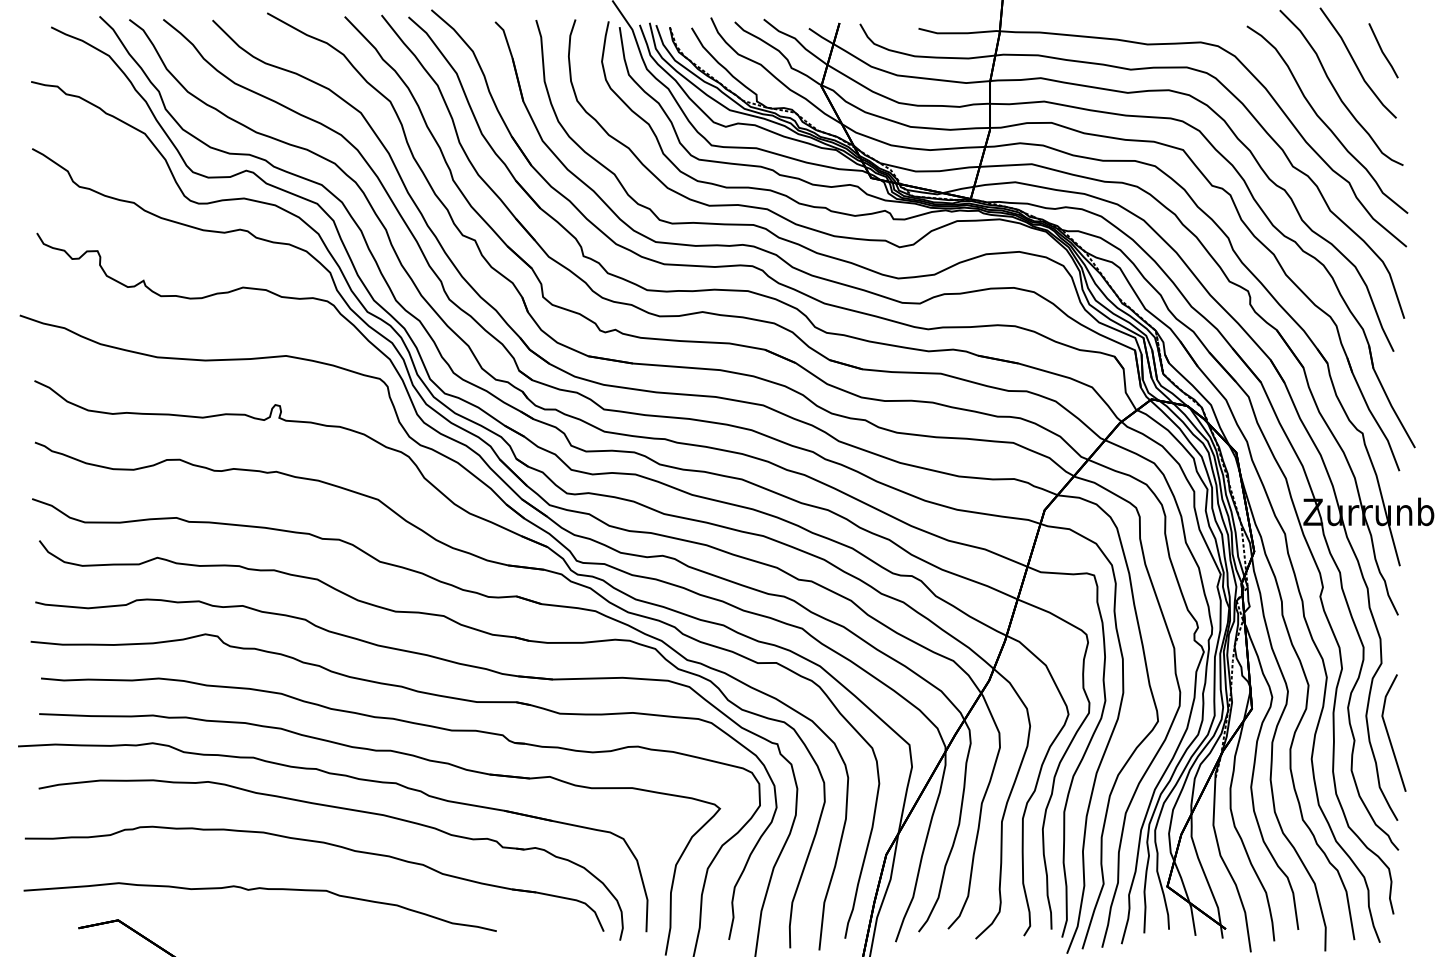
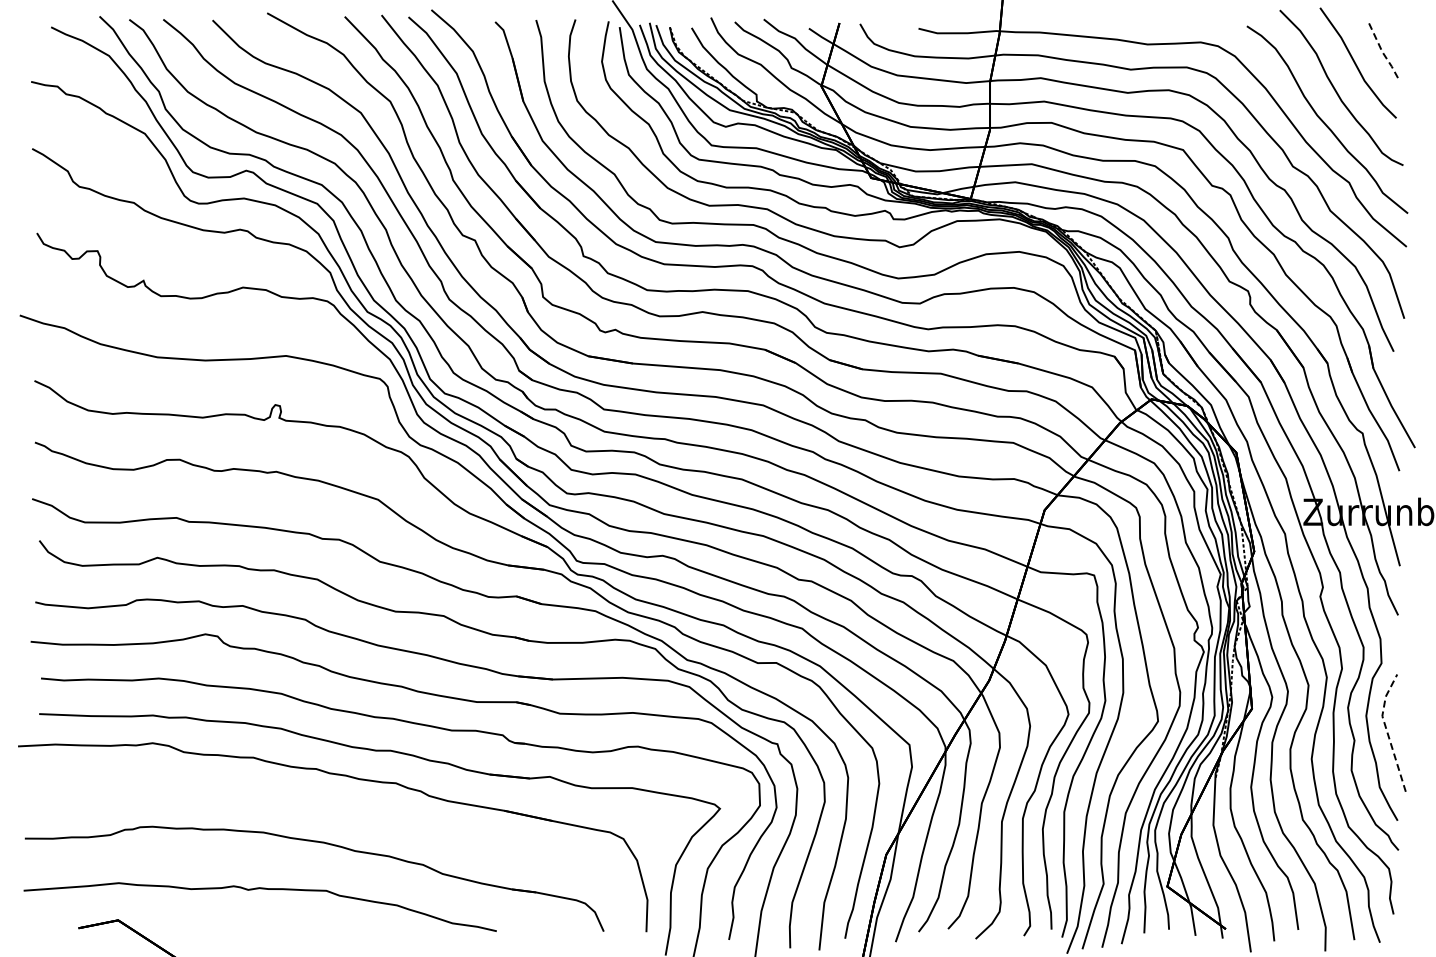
line at (1382, 52): solid -> dashed
line at (1387, 731): solid -> dashed
part at (336, 808): present -> none
